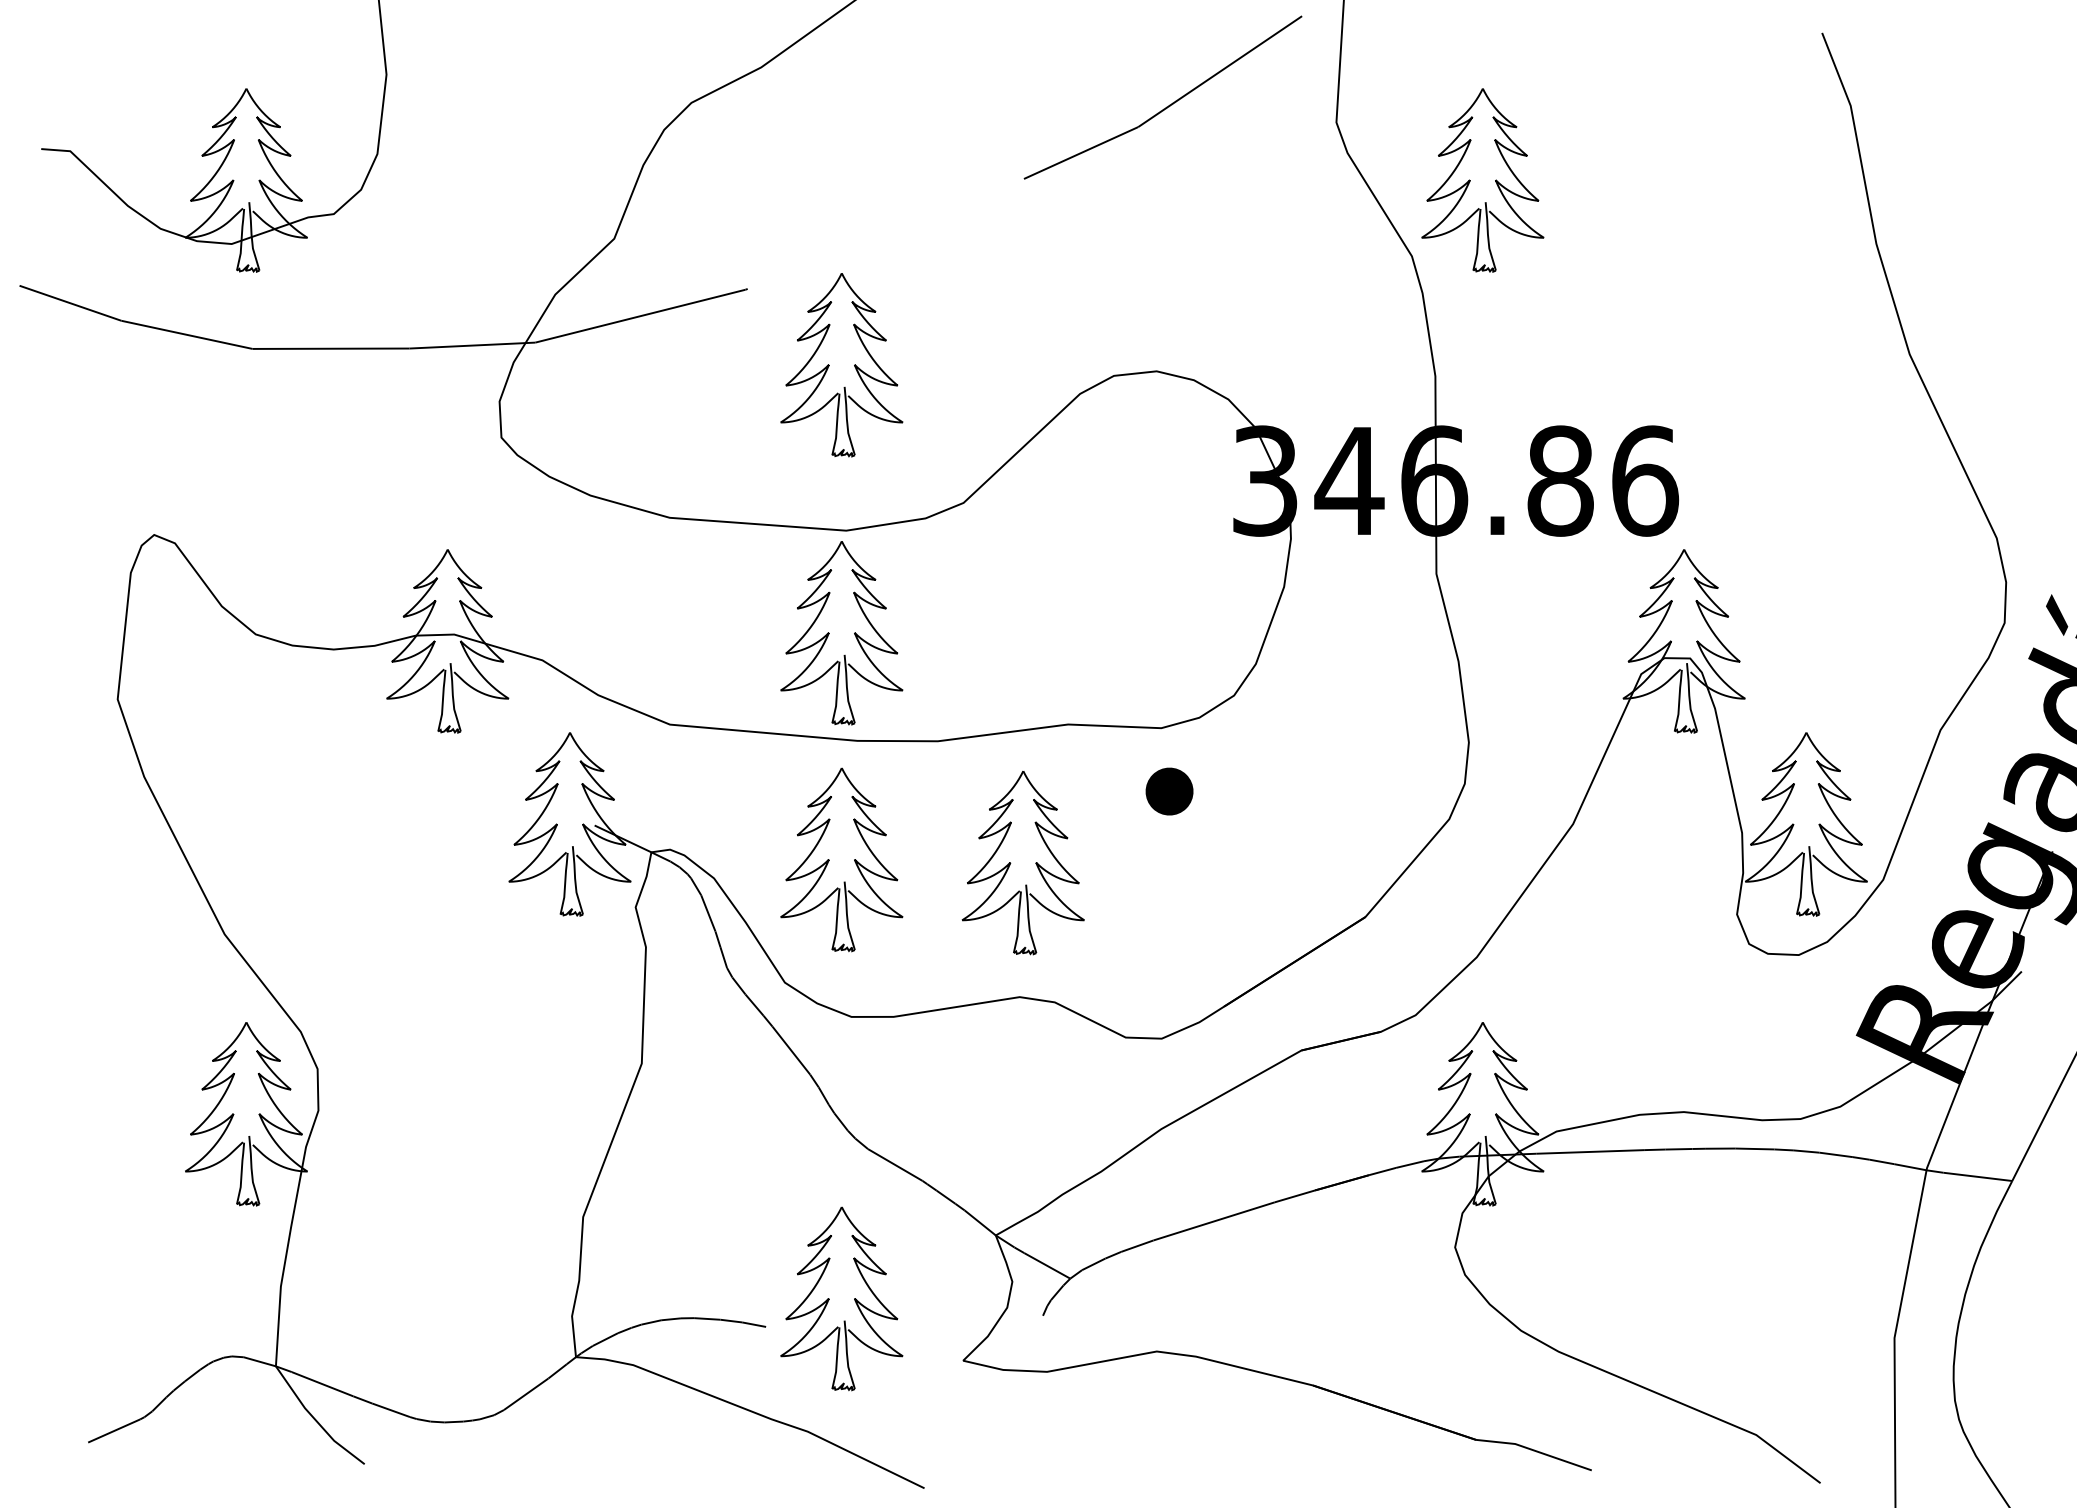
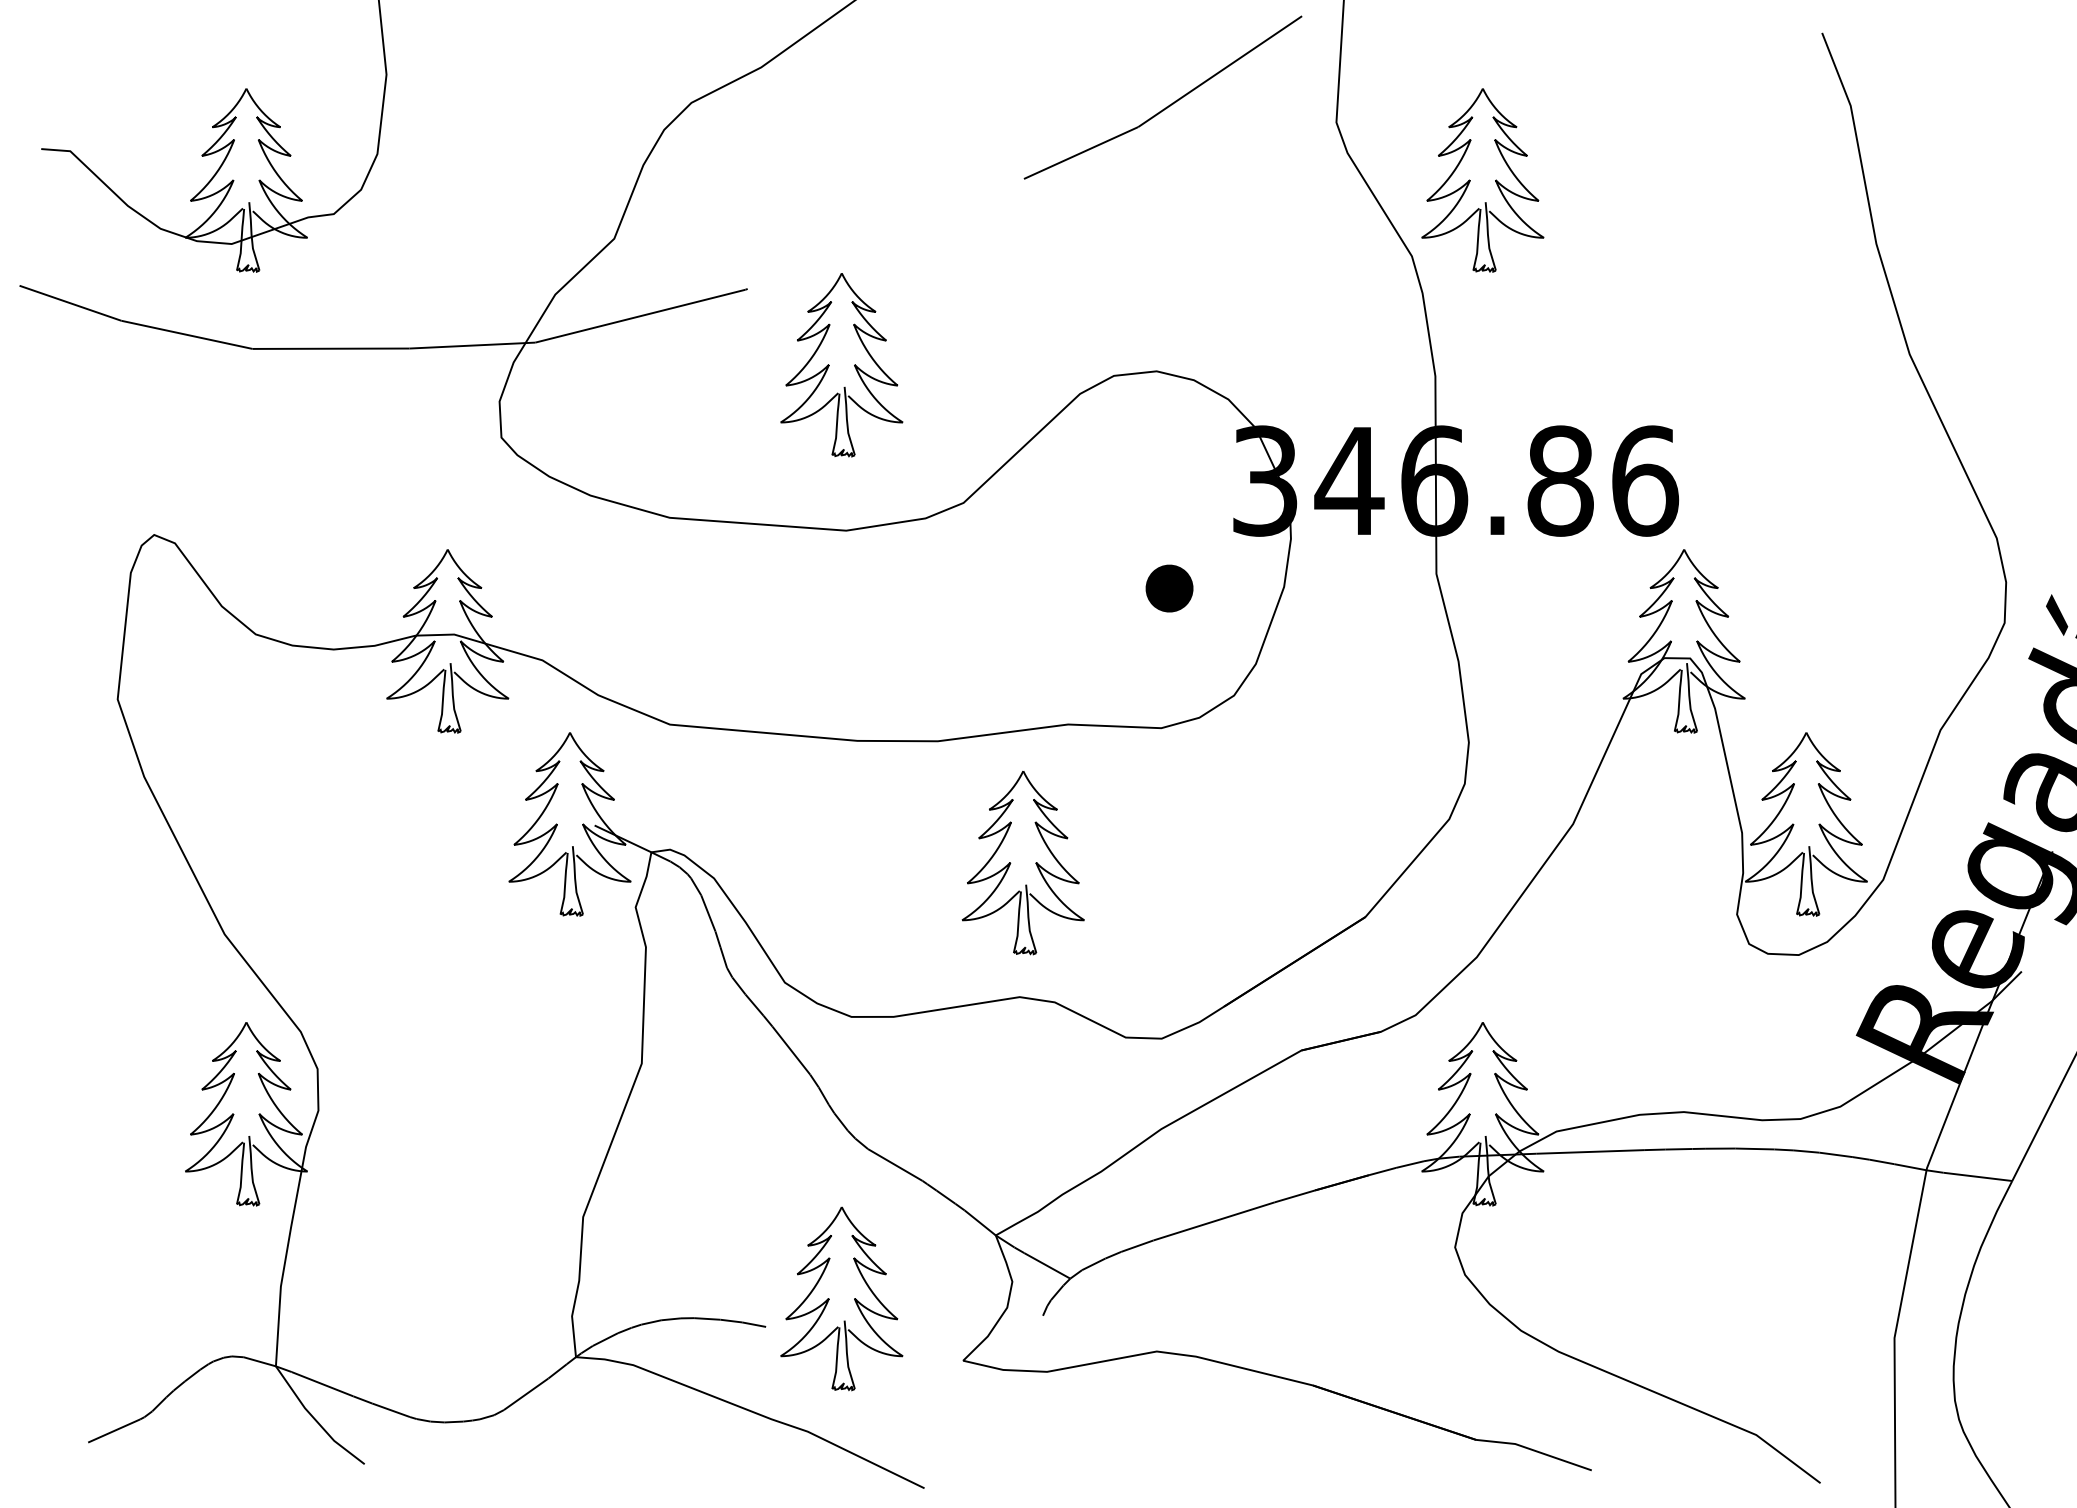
part at (841, 633): present -> none
part at (1169, 791) position: (1169, 791) -> (1169, 588)
part at (841, 859): present -> none
